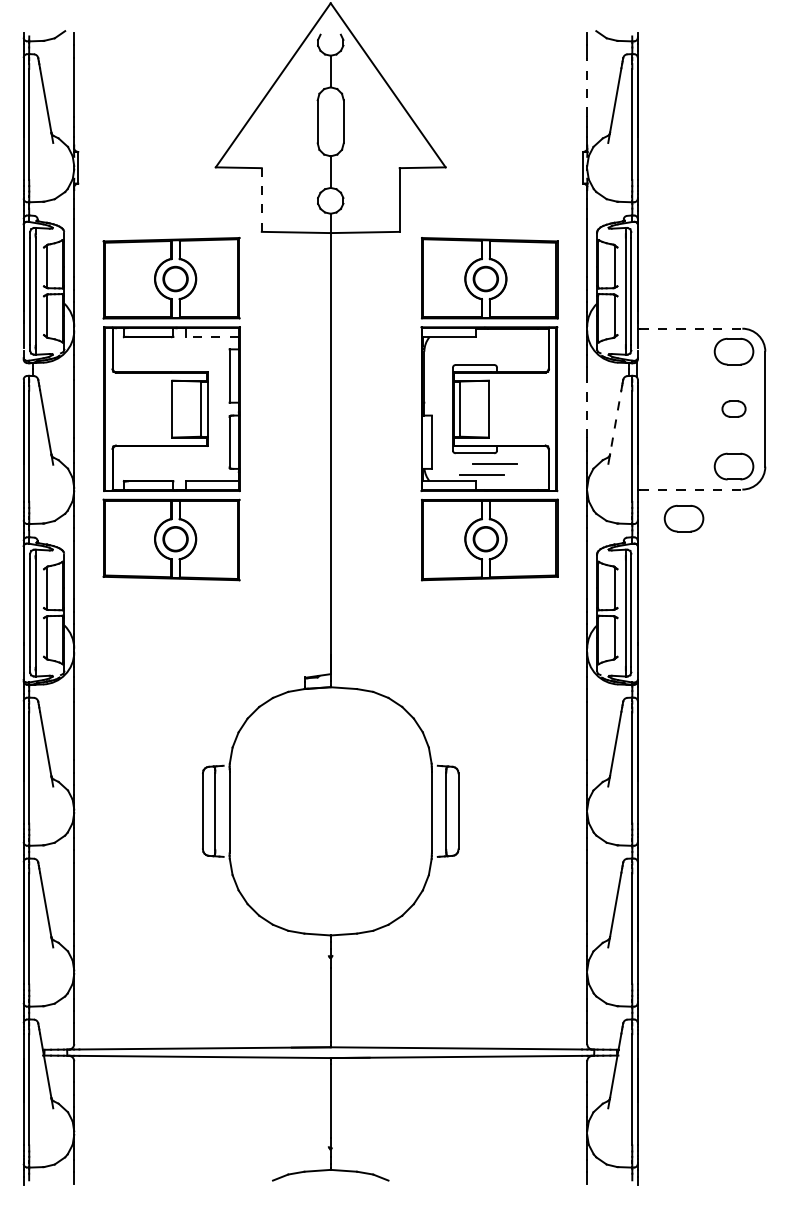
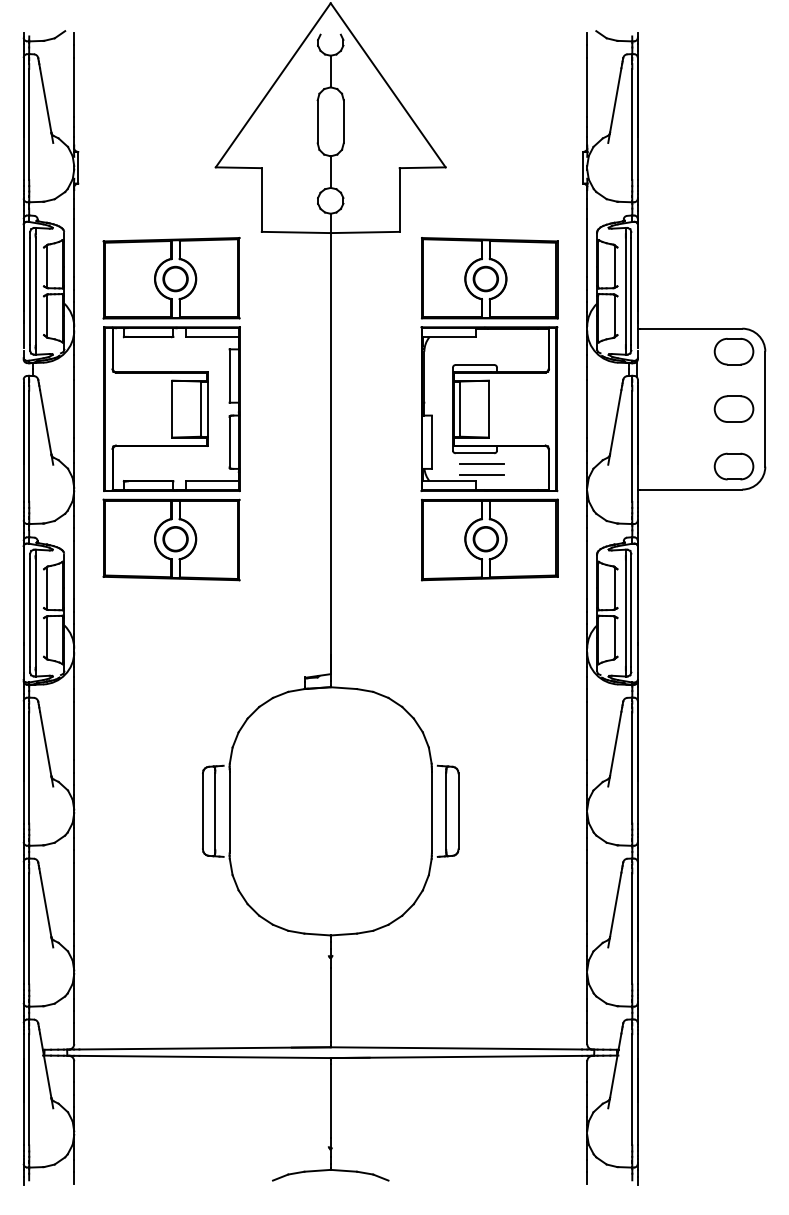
line at (587, 86): dashed -> solid
line at (261, 200): dashed -> solid
line at (691, 328): dashed -> solid
line at (212, 337): dashed -> solid
line at (587, 408): dashed -> solid
part at (733, 408) size: 26x18 px -> 42x28 px
line at (614, 427): dashed -> solid
line at (494, 463) position: (494, 463) -> (481, 463)
line at (691, 489): dashed -> solid
part at (683, 518): present -> none
